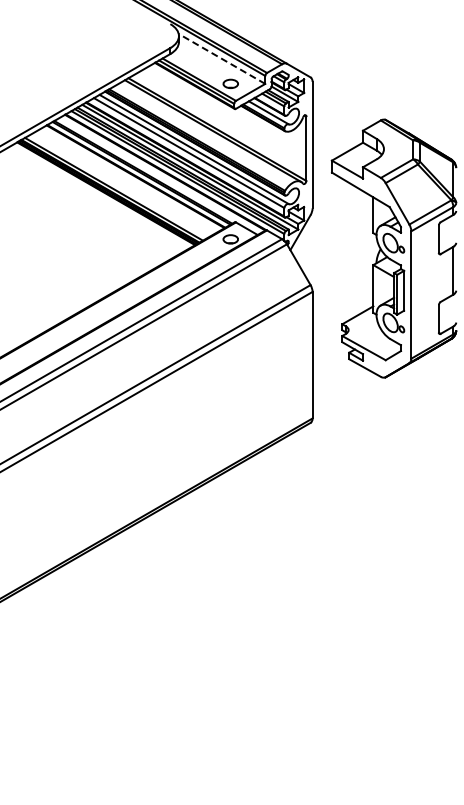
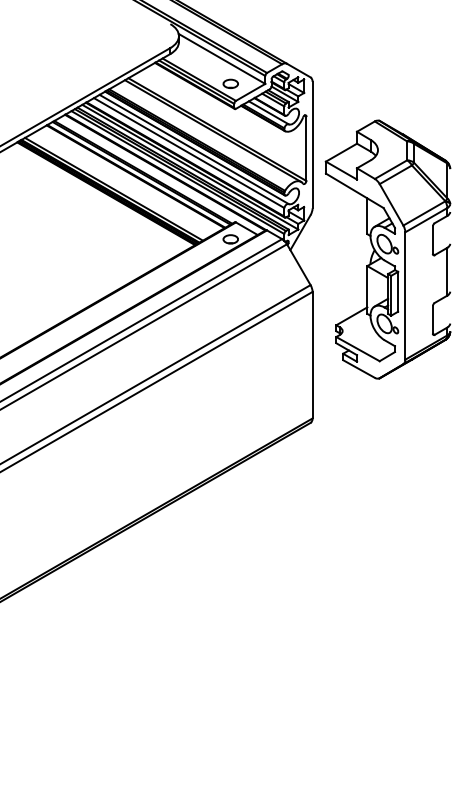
line at (222, 58): dashed -> solid
part at (393, 248) position: (393, 248) -> (387, 249)
